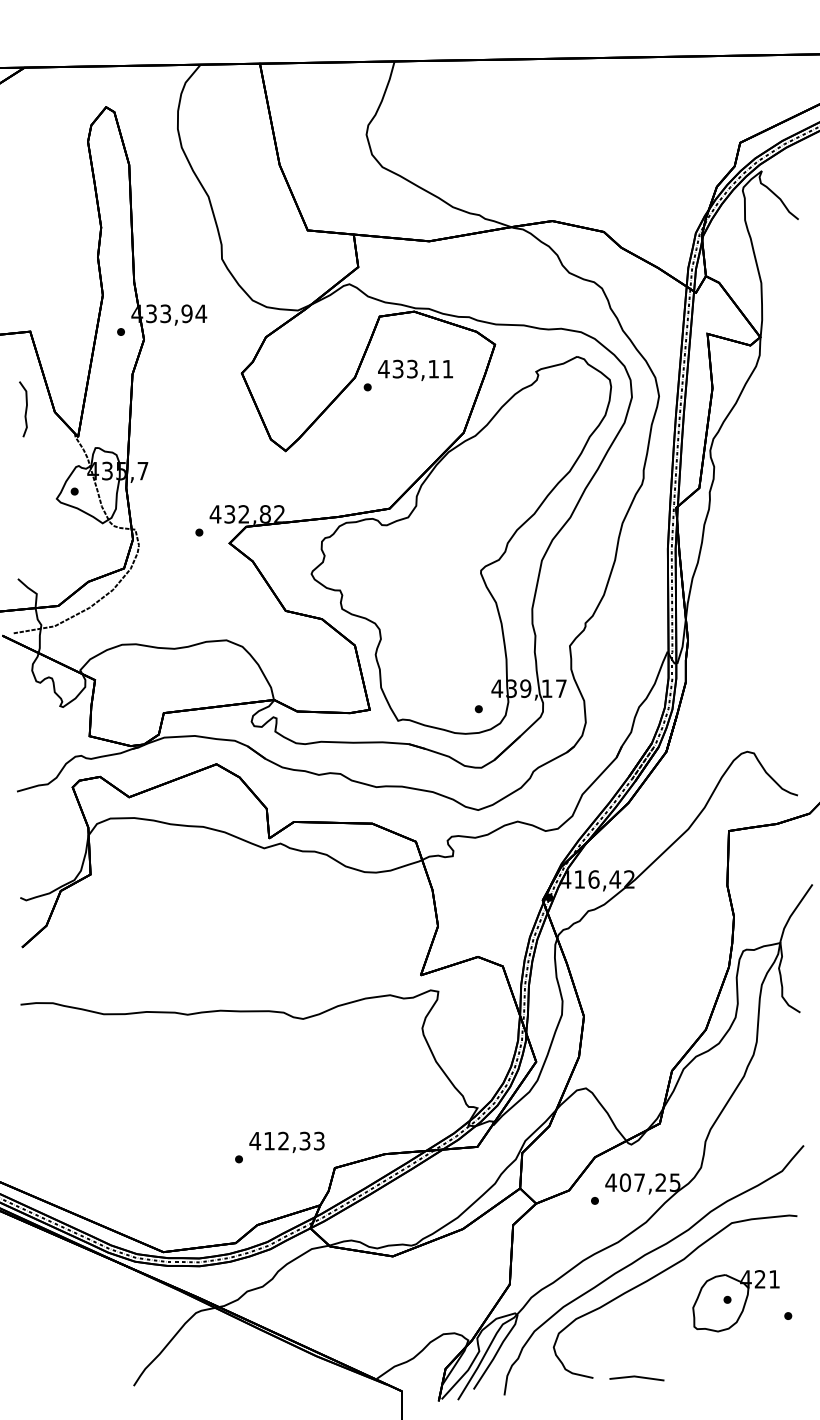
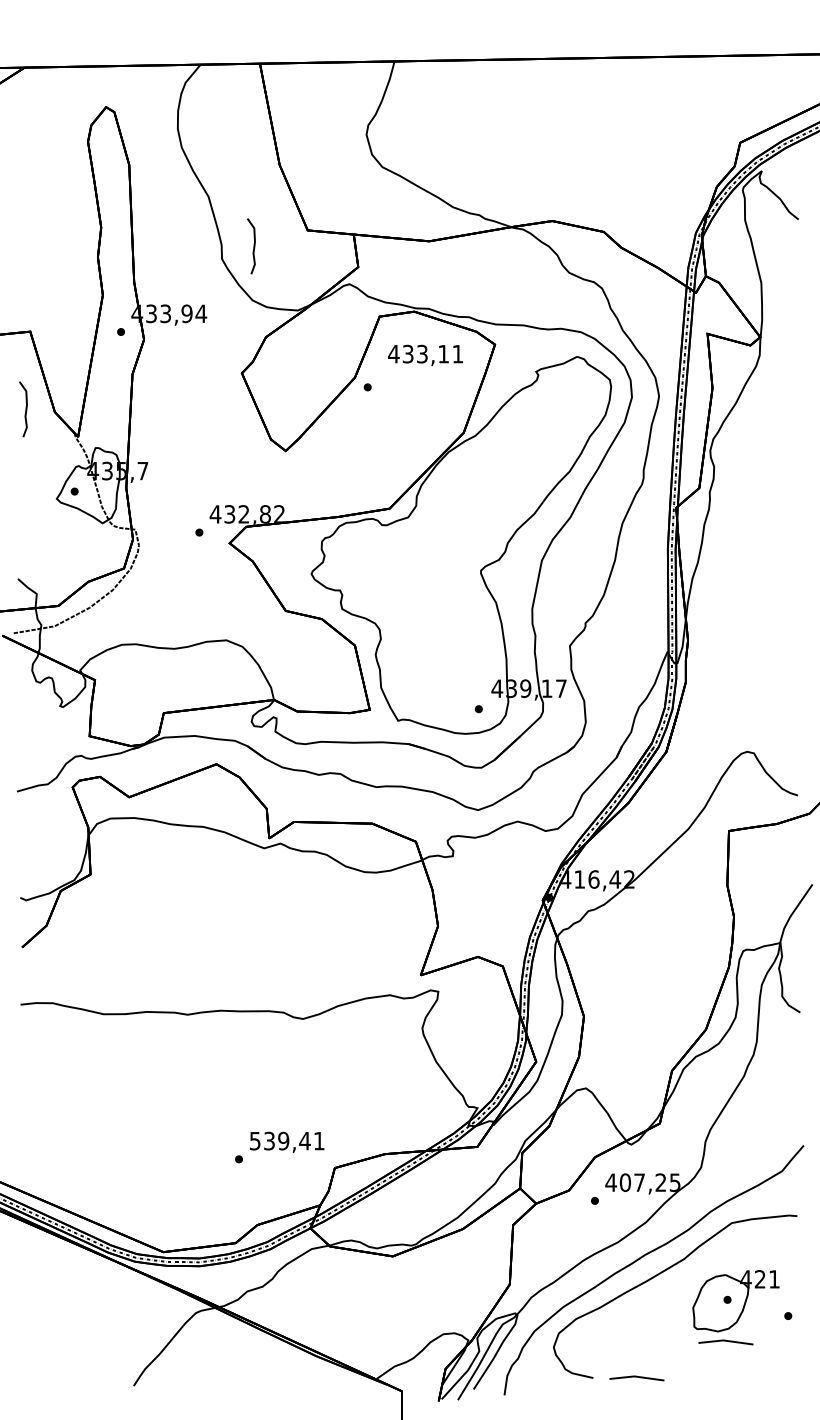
curve at (253, 246): none -> present
text at (415, 369) position: (415, 369) -> (425, 354)
text at (286, 1140): 412,33 -> 539,41
line at (725, 1341): none -> present
